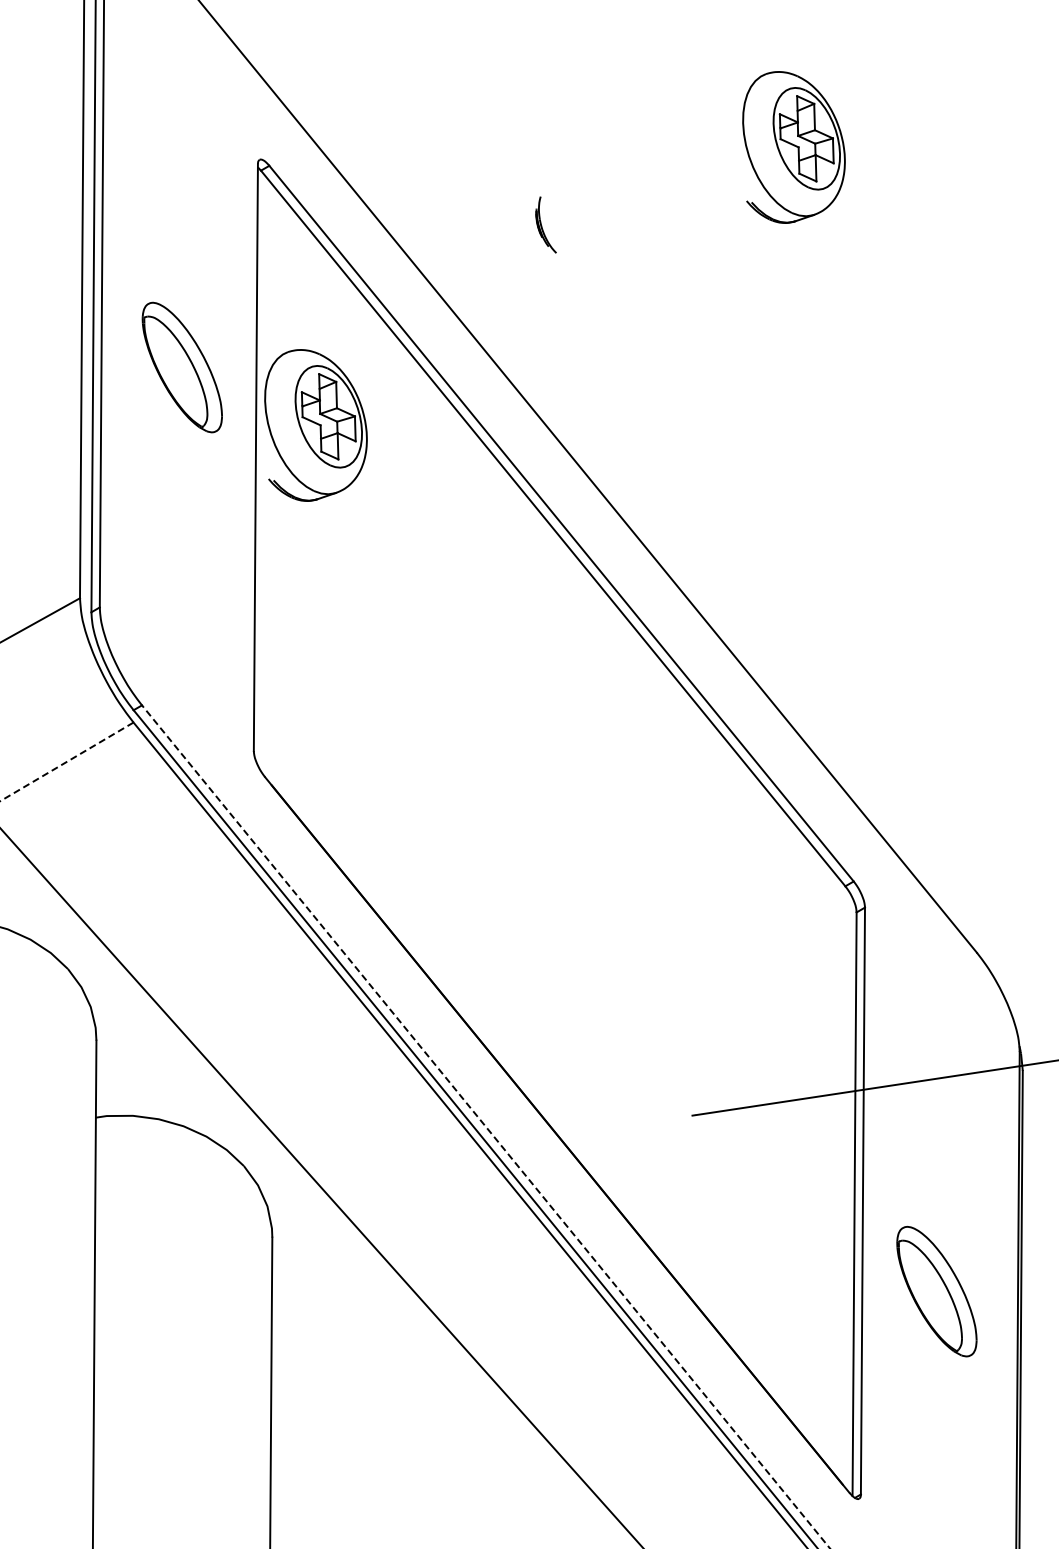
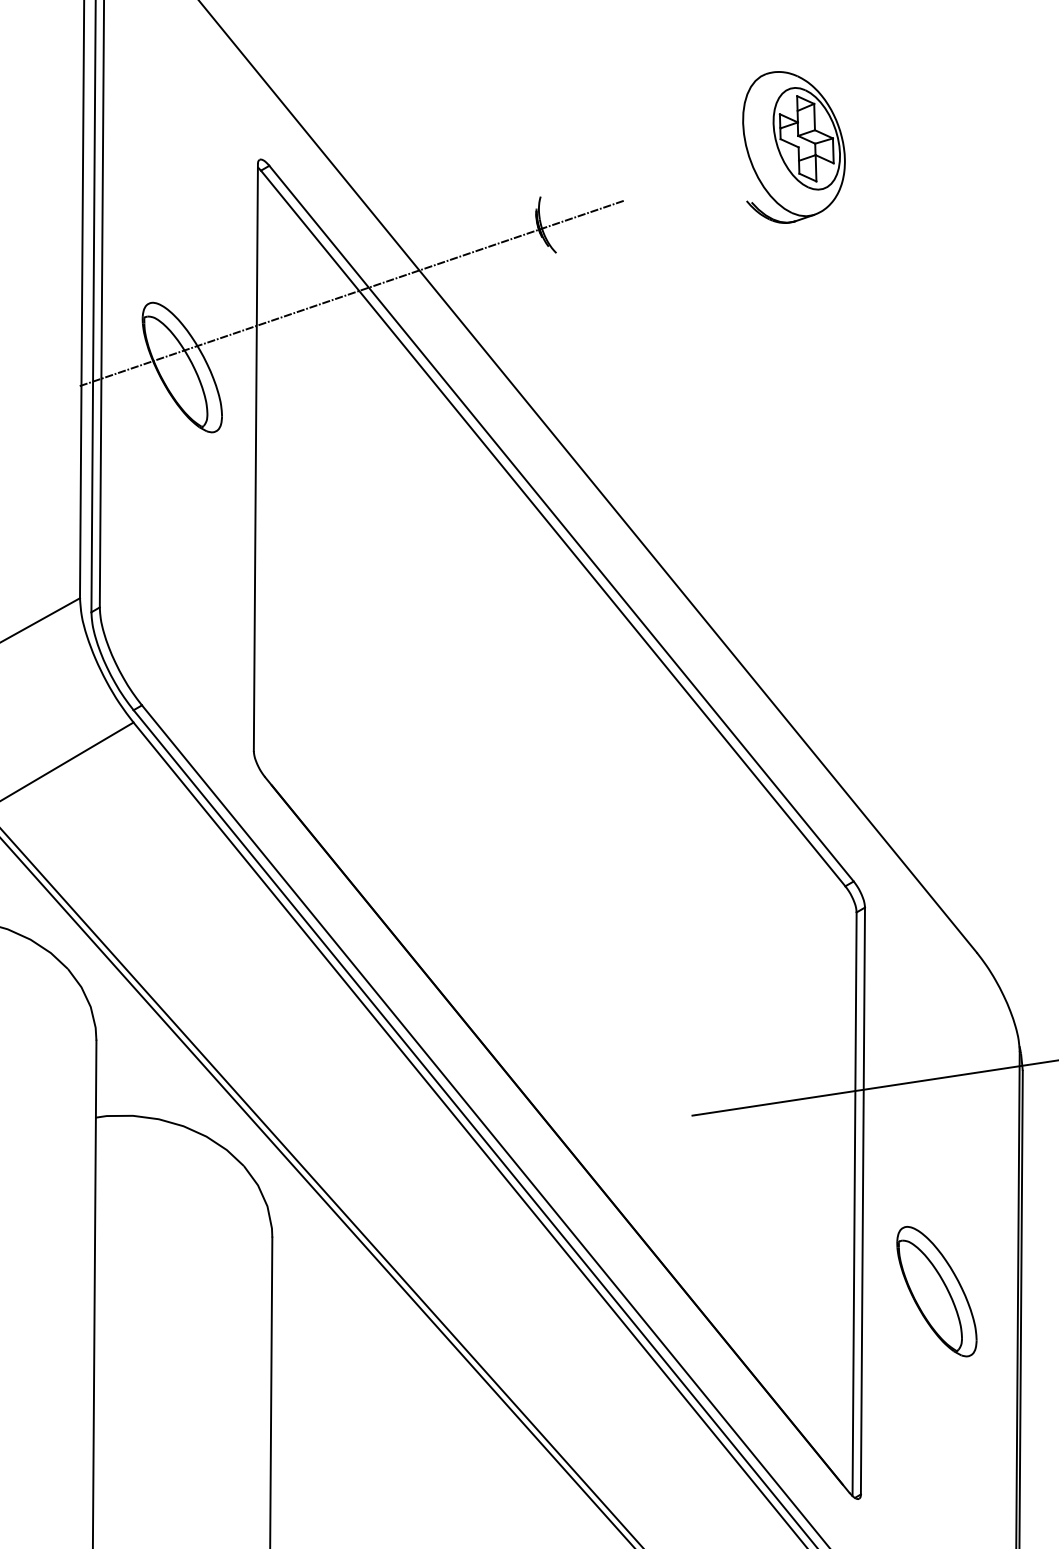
line at (350, 293): none -> present
part at (315, 425): present -> none
line at (66, 761): dashed -> solid
line at (485, 1126): dashed -> solid
line at (317, 1192): none -> present
